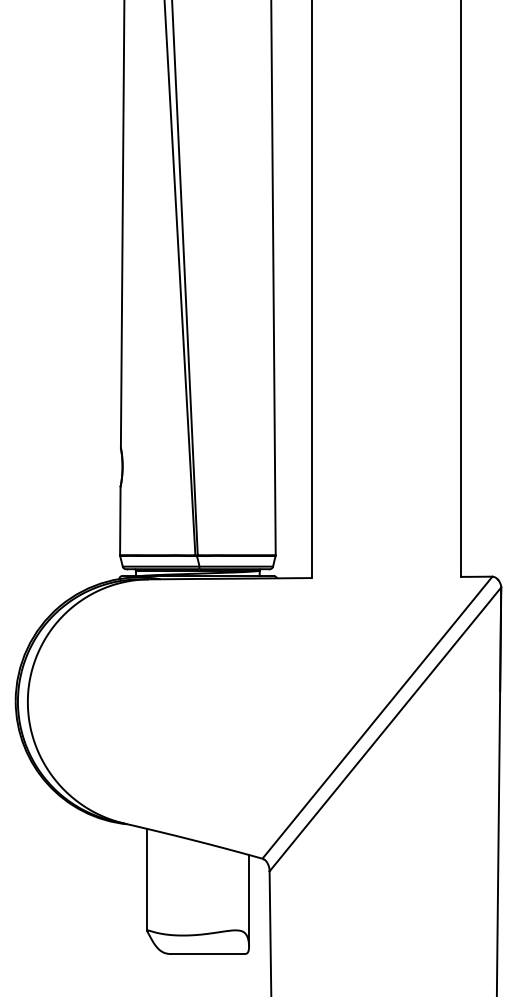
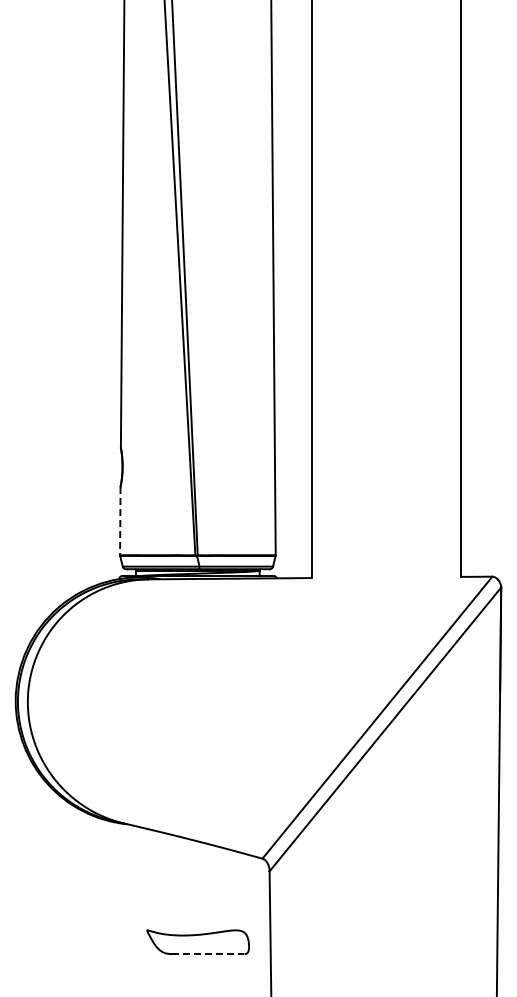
line at (120, 521): solid -> dashed
line at (147, 879): present -> none
line at (249, 900): present -> none
line at (208, 954): solid -> dashed
